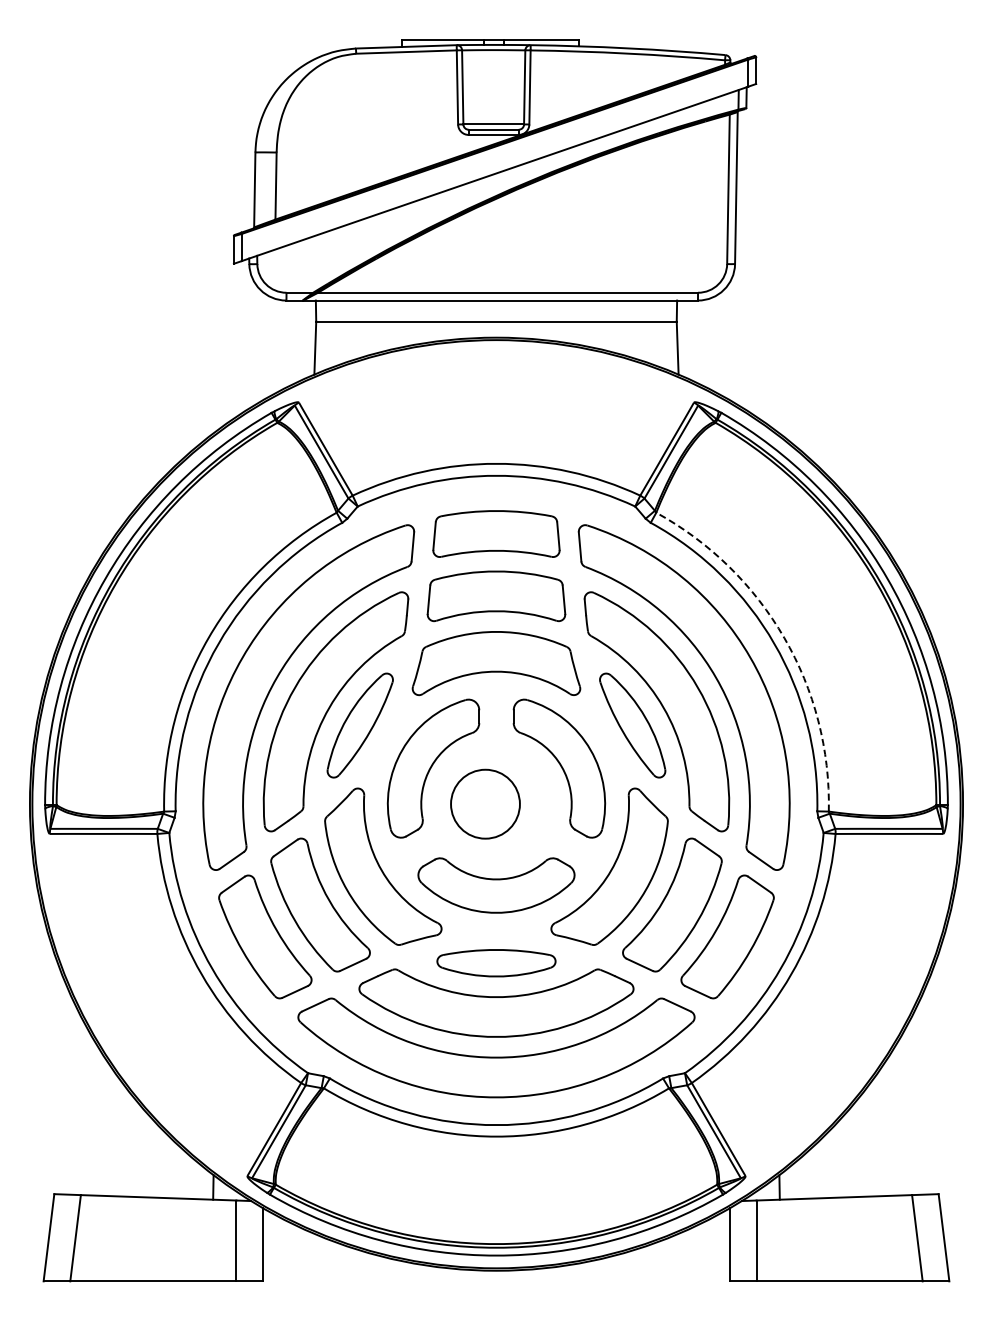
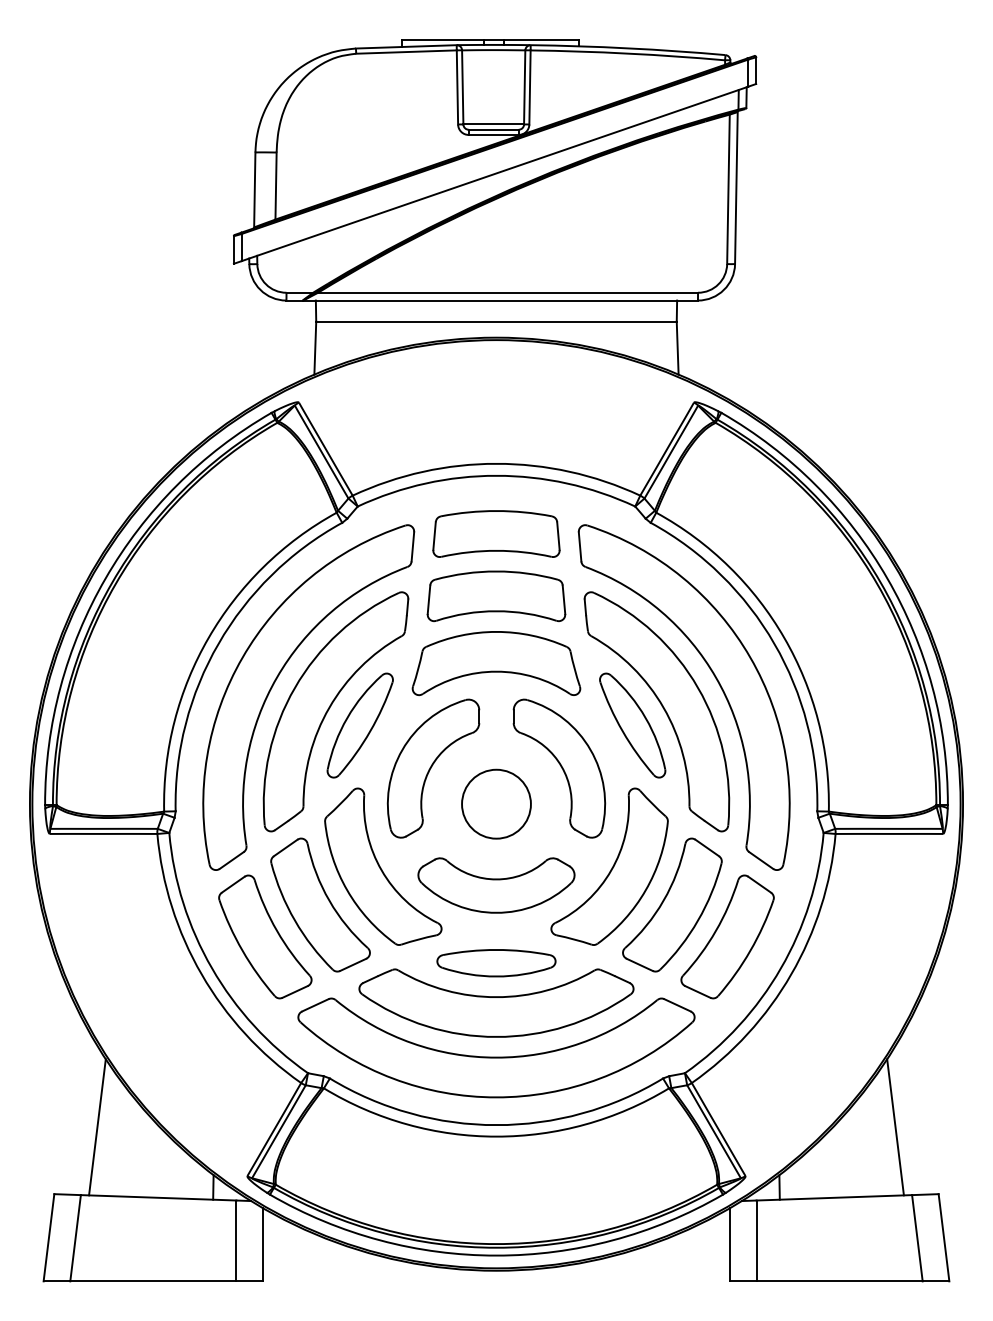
arc at (784, 638): dashed -> solid
circle at (485, 803) position: (485, 803) -> (496, 803)
line at (97, 1127): none -> present
line at (895, 1127): none -> present
